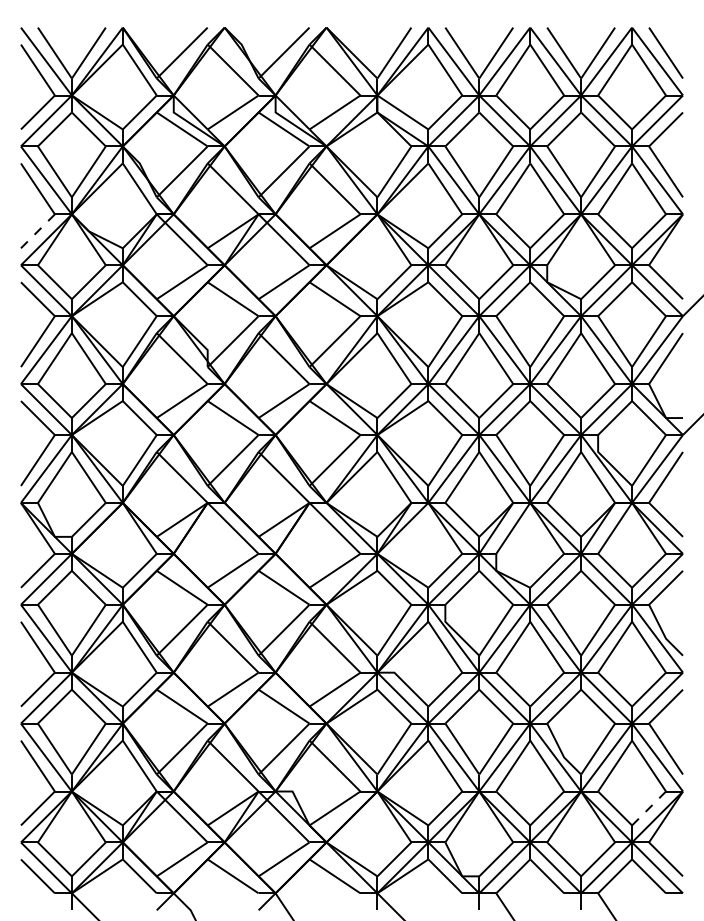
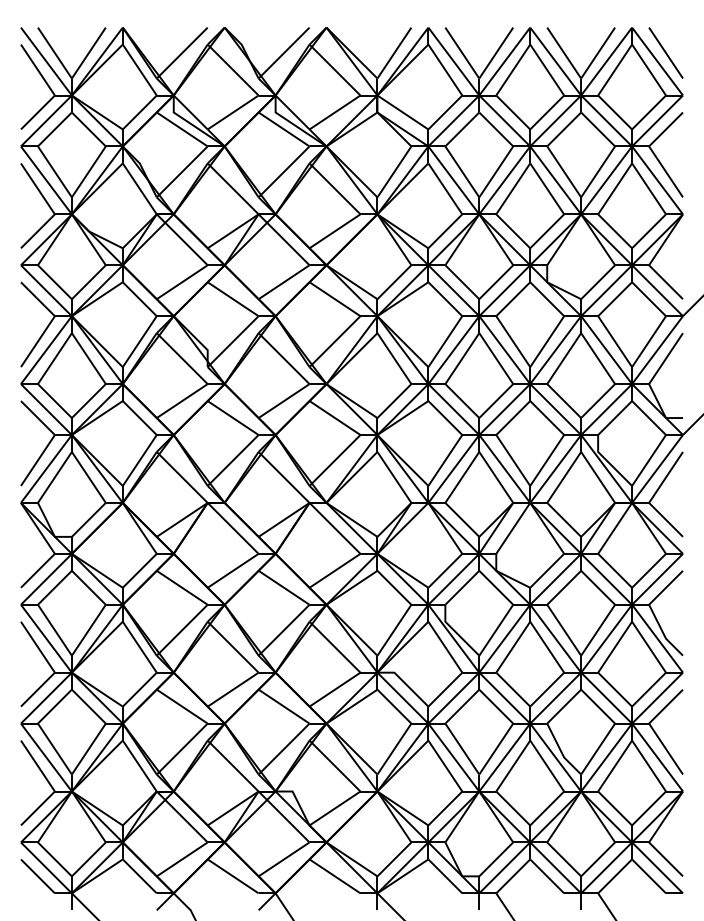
line at (37, 231): dashed -> solid
line at (649, 808): dashed -> solid
